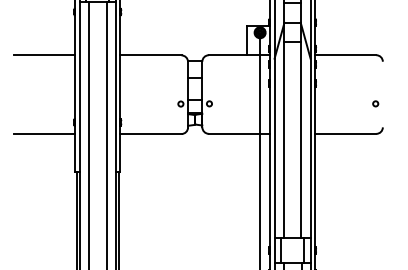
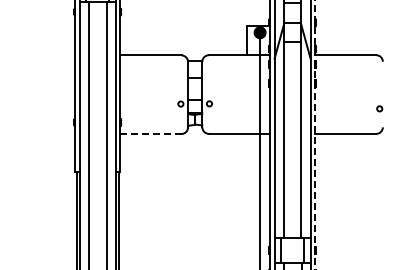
line at (44, 55): present -> none
circle at (375, 103) position: (375, 103) -> (379, 108)
line at (44, 134): present -> none
line at (150, 134): solid -> dashed
line at (315, 135): solid -> dashed
